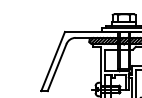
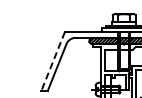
line at (53, 61): solid -> dashed
